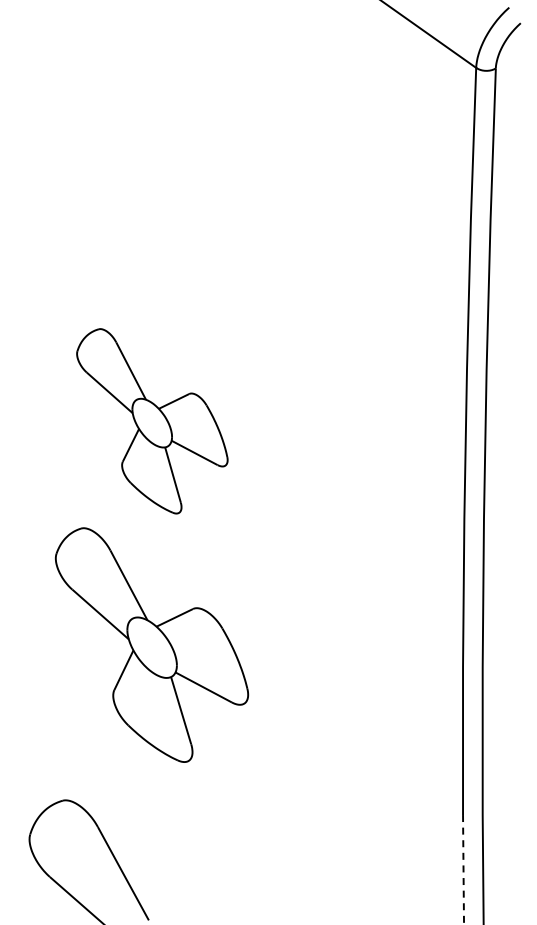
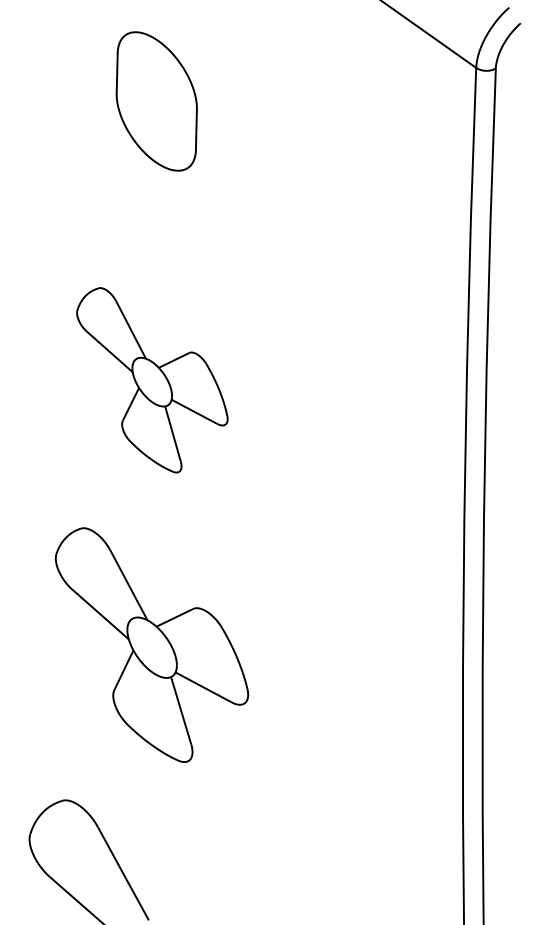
part at (156, 101): none -> present
part at (152, 421) position: (152, 421) -> (152, 380)
line at (463, 869): dashed -> solid
